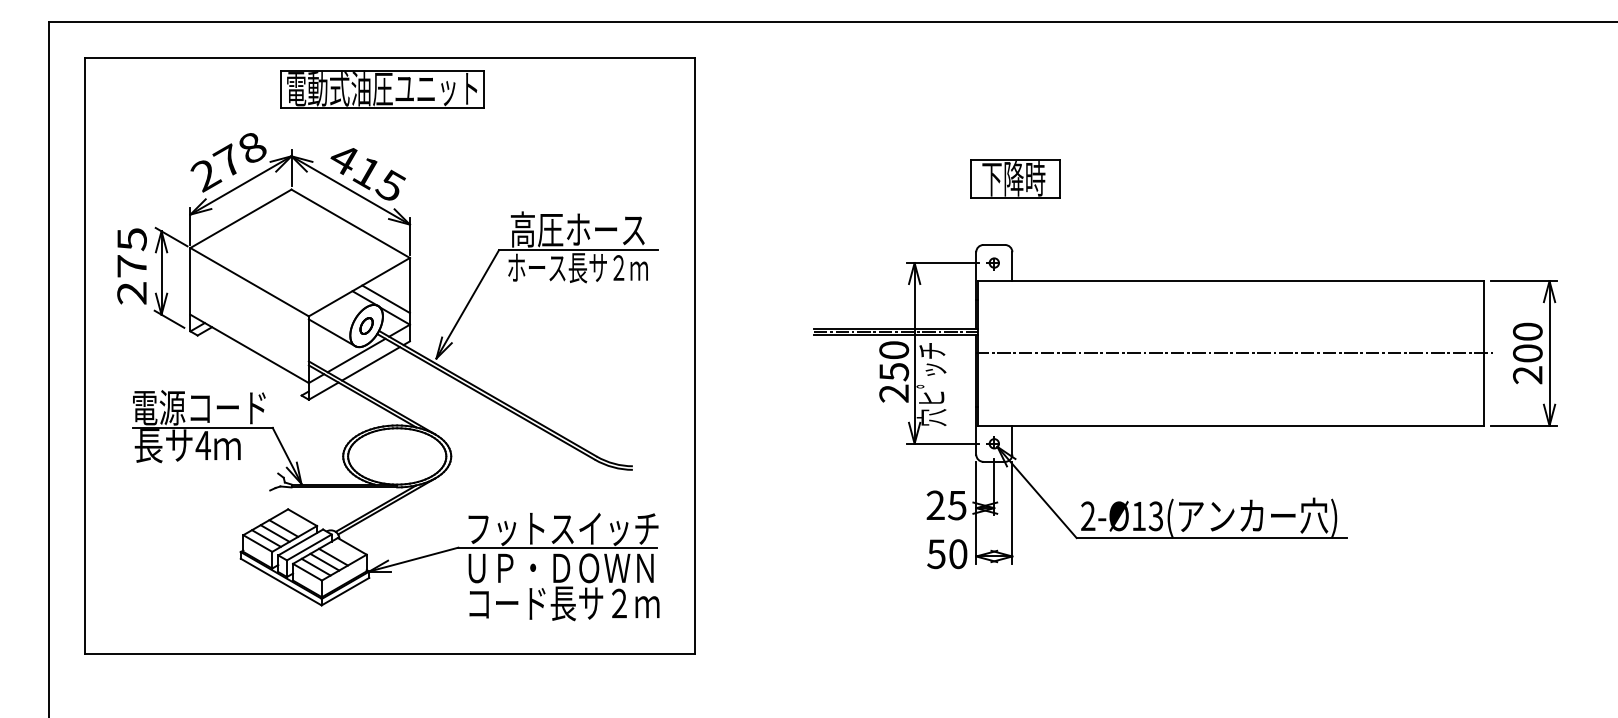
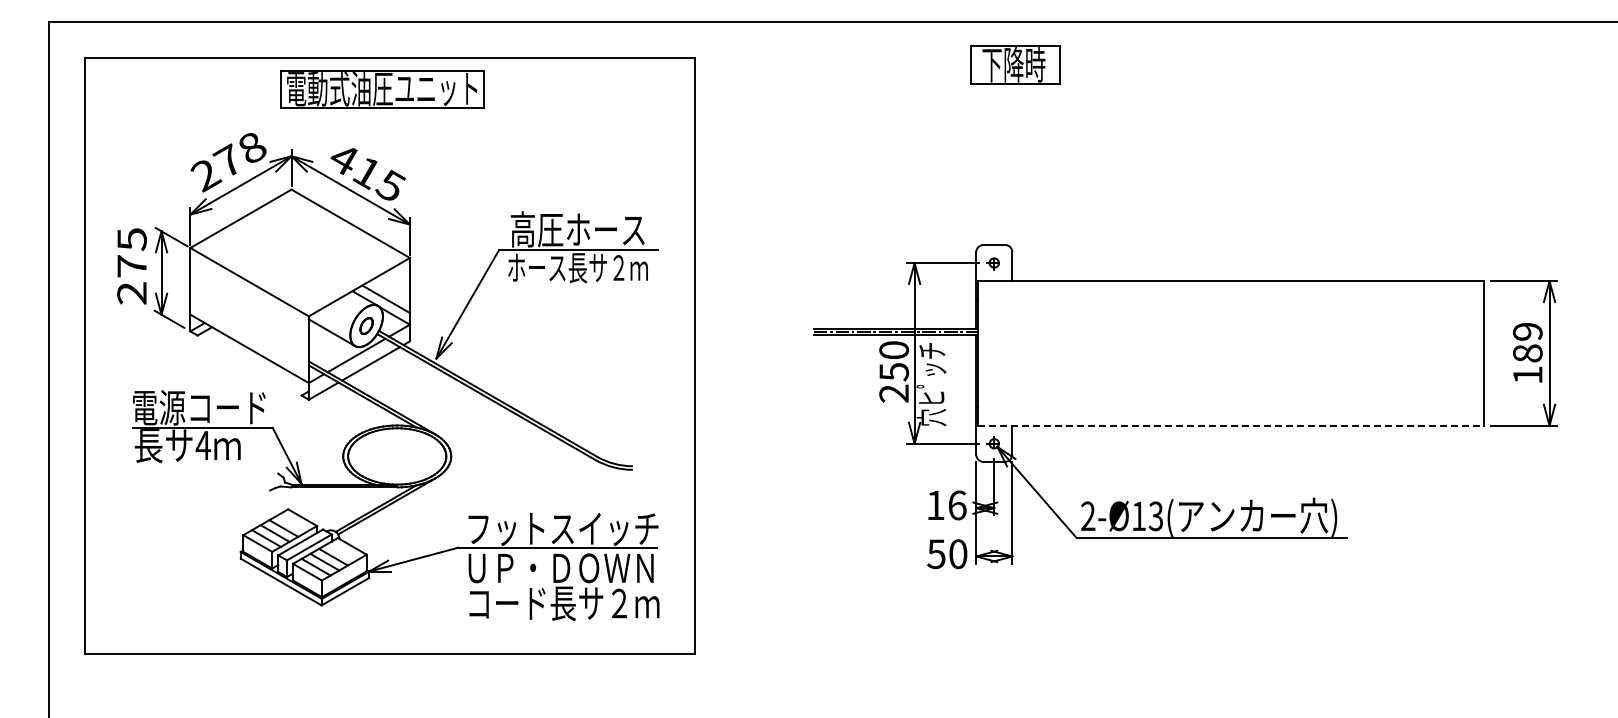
part at (1015, 178) position: (1015, 178) -> (1015, 64)
line at (1235, 353): present -> none
text at (1527, 353): 200 -> 189
line at (1231, 425): solid -> dashed
text at (946, 505): 25 -> 16
